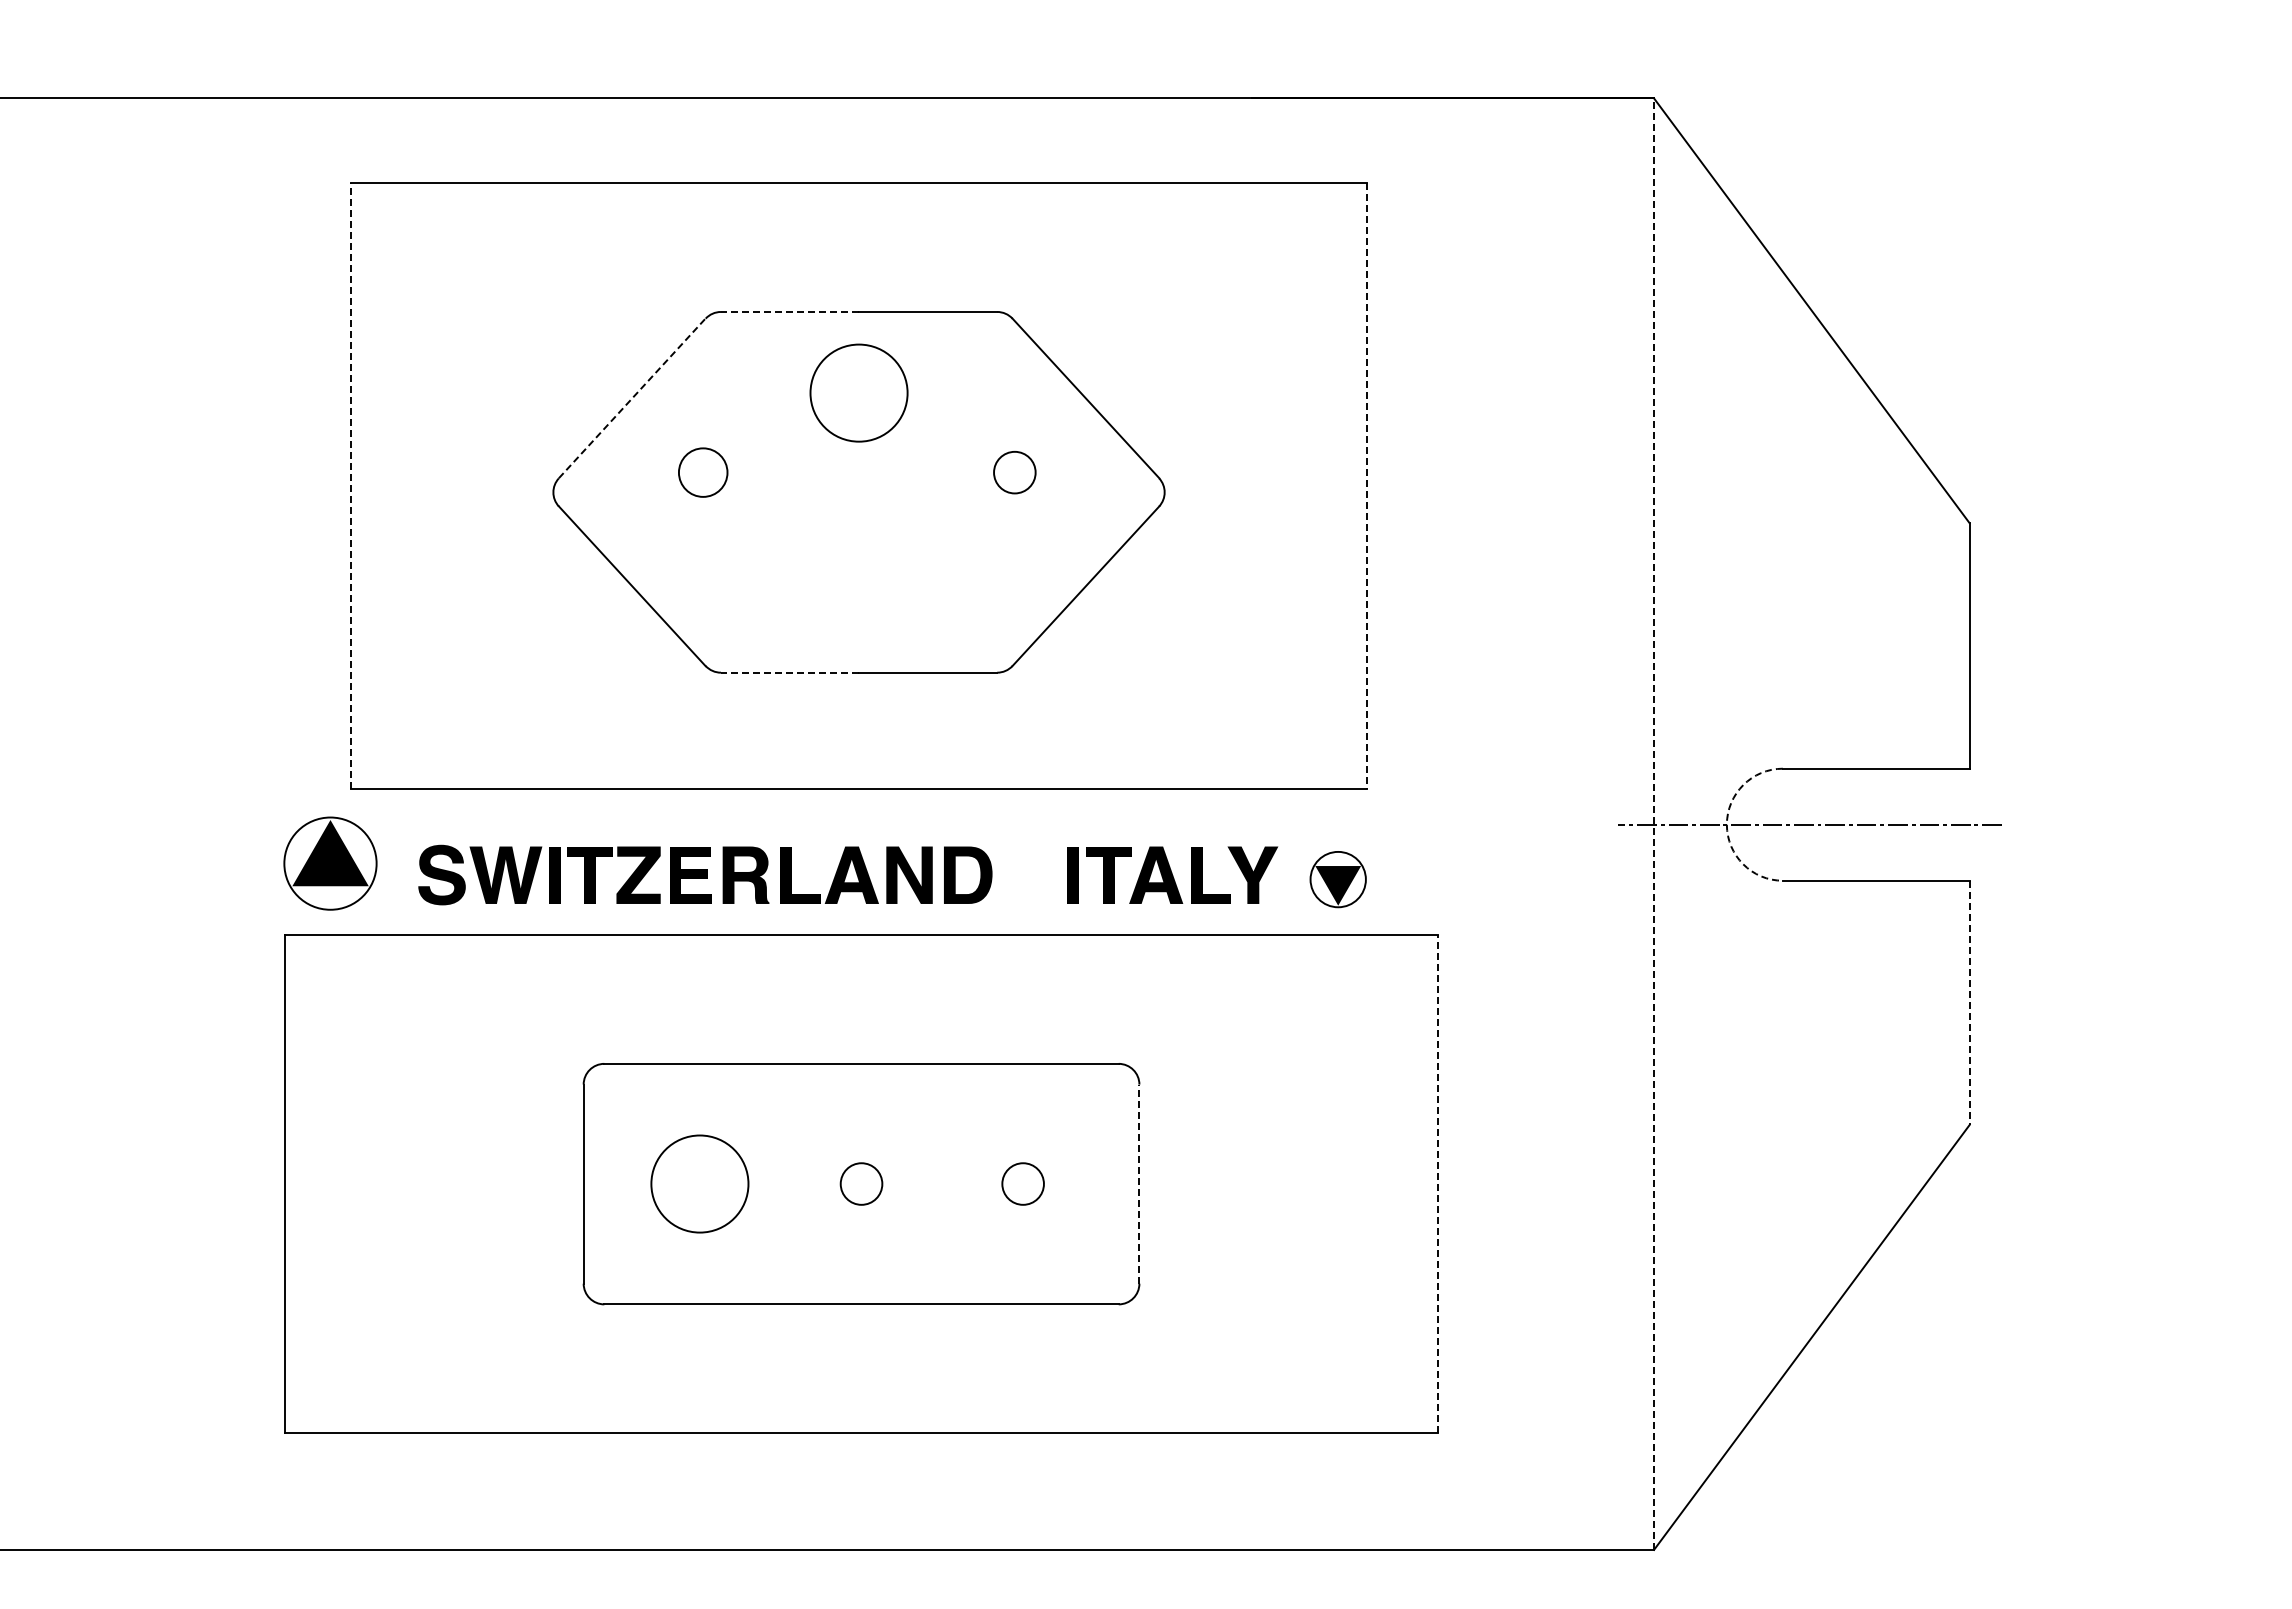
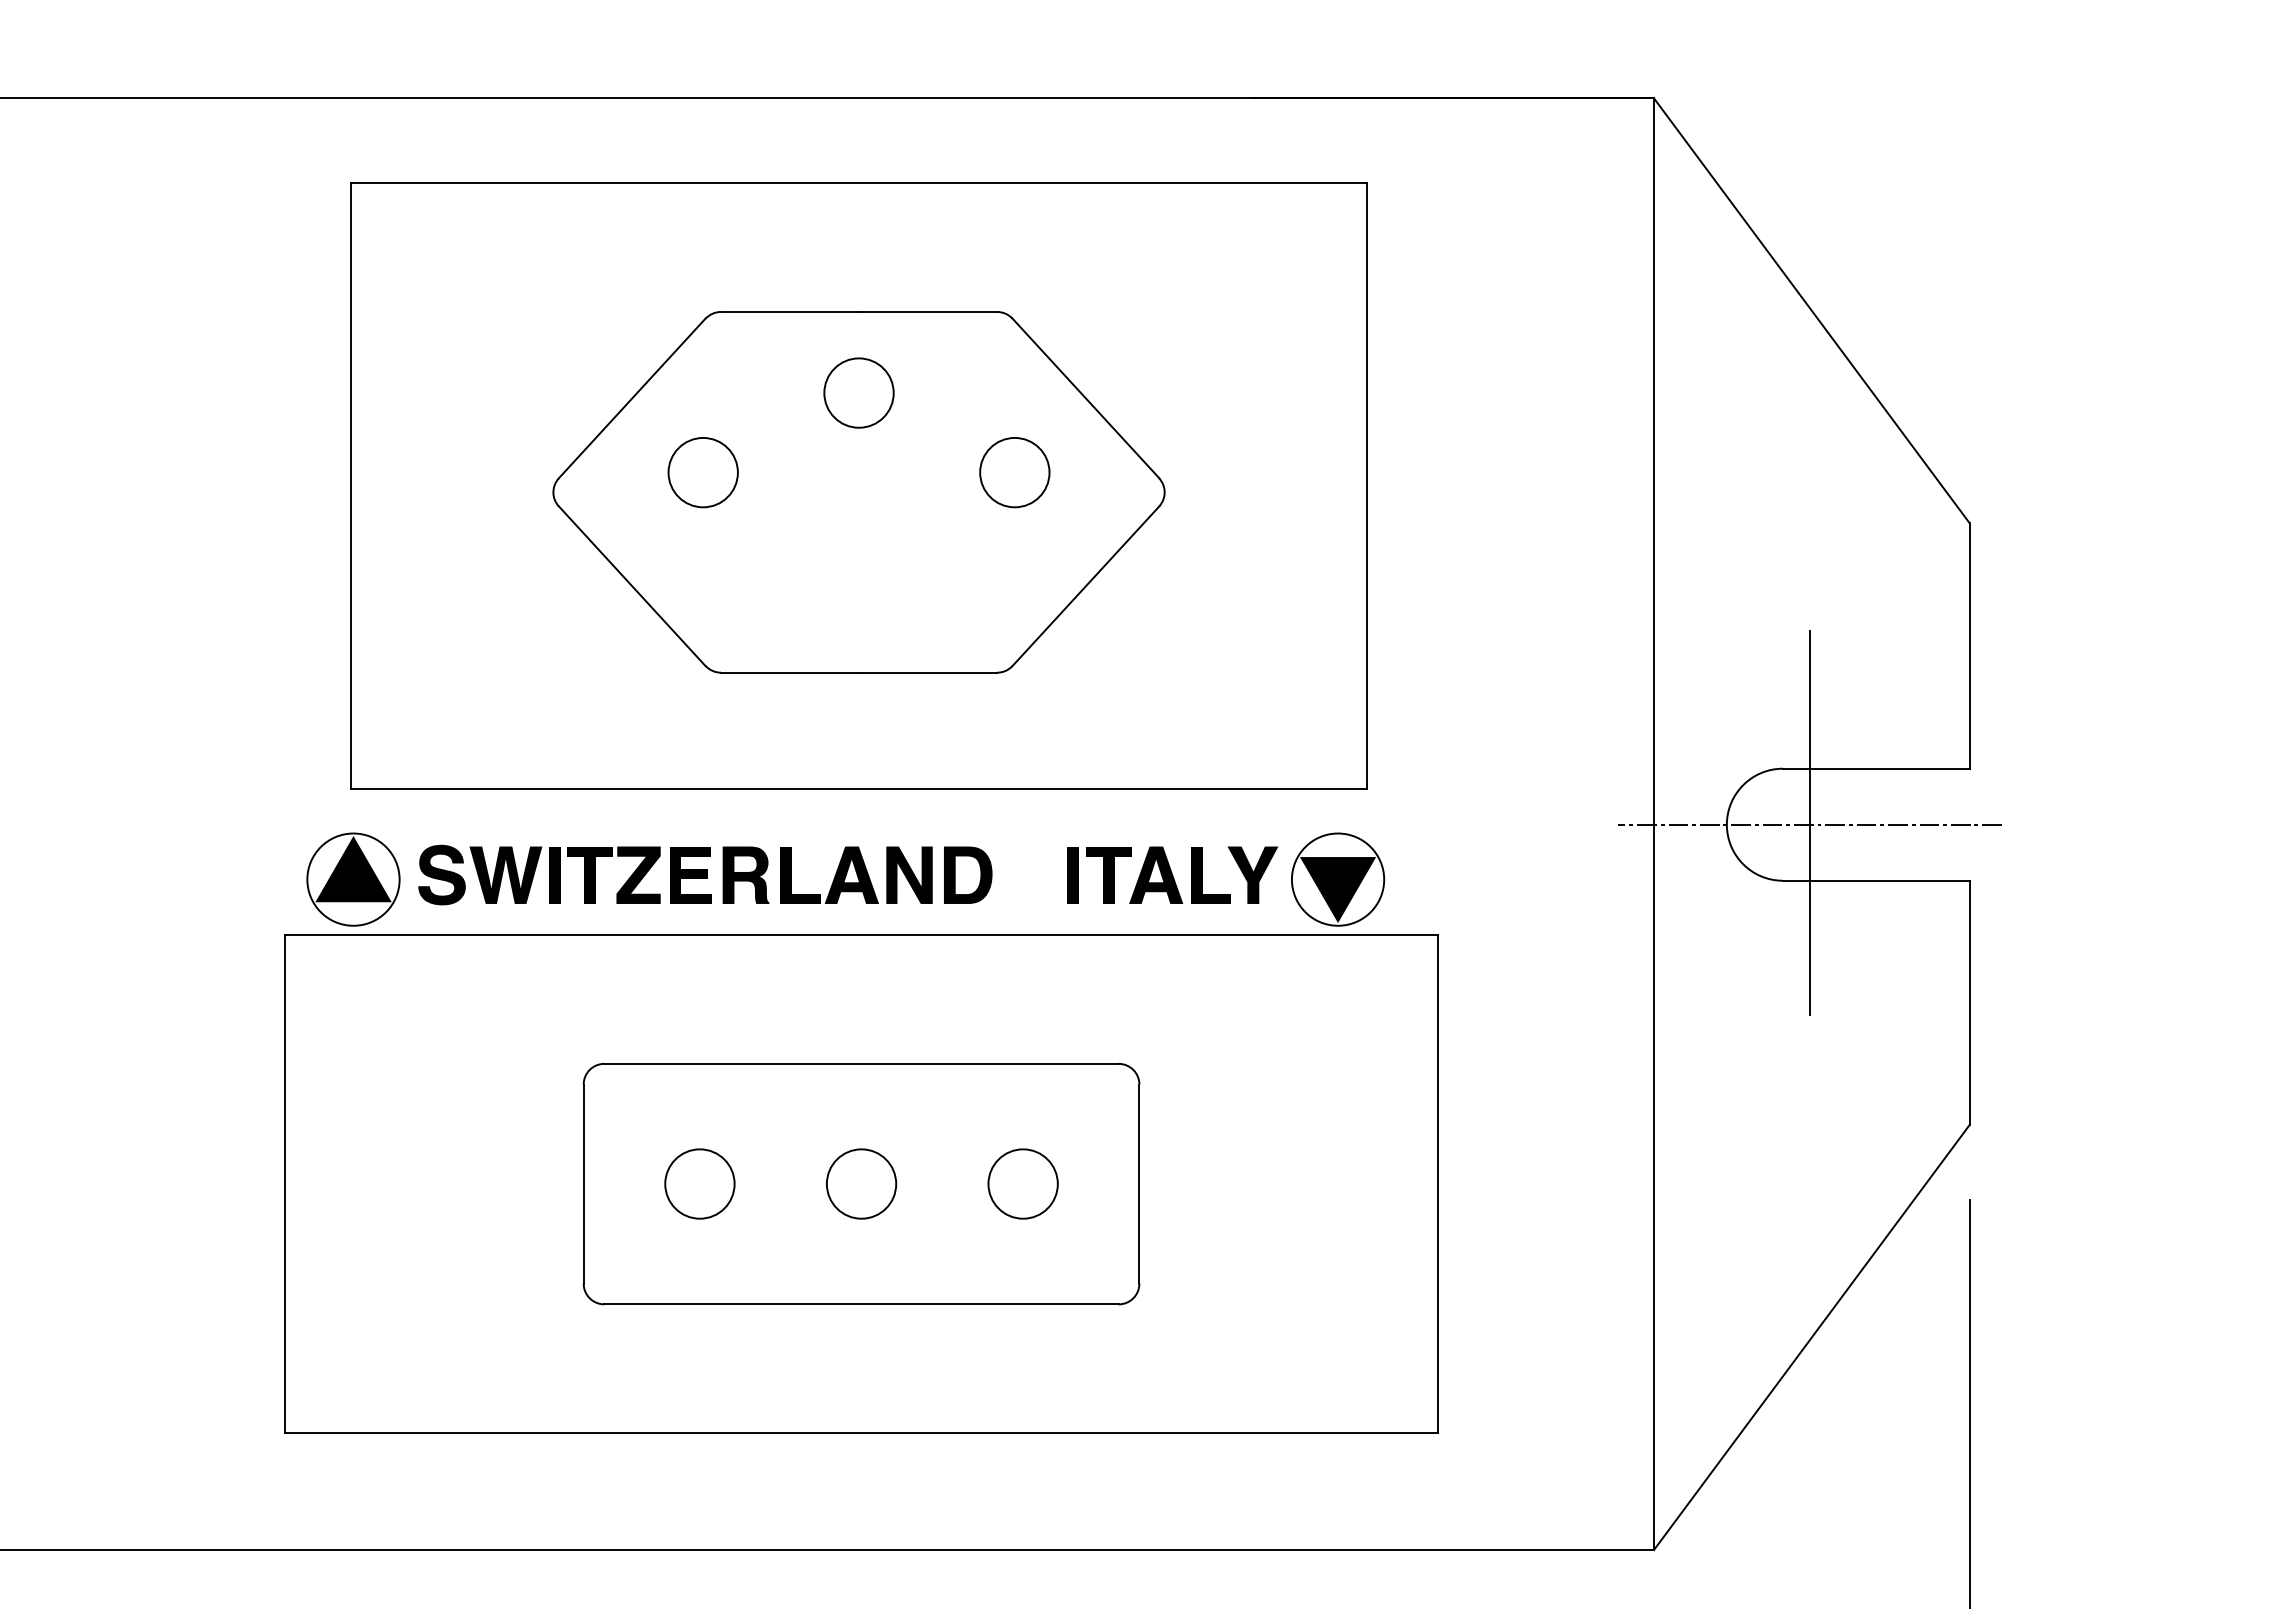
line at (789, 311): dashed -> solid
circle at (858, 392) size: 100x100 px -> 72x72 px
line at (632, 398): dashed -> solid
circle at (702, 472) diameter: 49 px -> 69 px
circle at (1014, 472) diameter: 42 px -> 69 px
line at (350, 486): dashed -> solid
line at (1367, 486): dashed -> solid
line at (789, 672): dashed -> solid
line at (1810, 822): none -> present
line at (1654, 824): dashed -> solid
arc at (1726, 824): dashed -> solid
part at (330, 863) position: (330, 863) -> (353, 879)
part at (1337, 879) size: 58x58 px -> 95x95 px
line at (1969, 1003): dashed -> solid
circle at (699, 1183) diameter: 97 px -> 69 px
circle at (861, 1183) diameter: 42 px -> 69 px
circle at (1022, 1183) diameter: 42 px -> 69 px
line at (1139, 1184): dashed -> solid
line at (1438, 1184): dashed -> solid
line at (1969, 1402): none -> present
